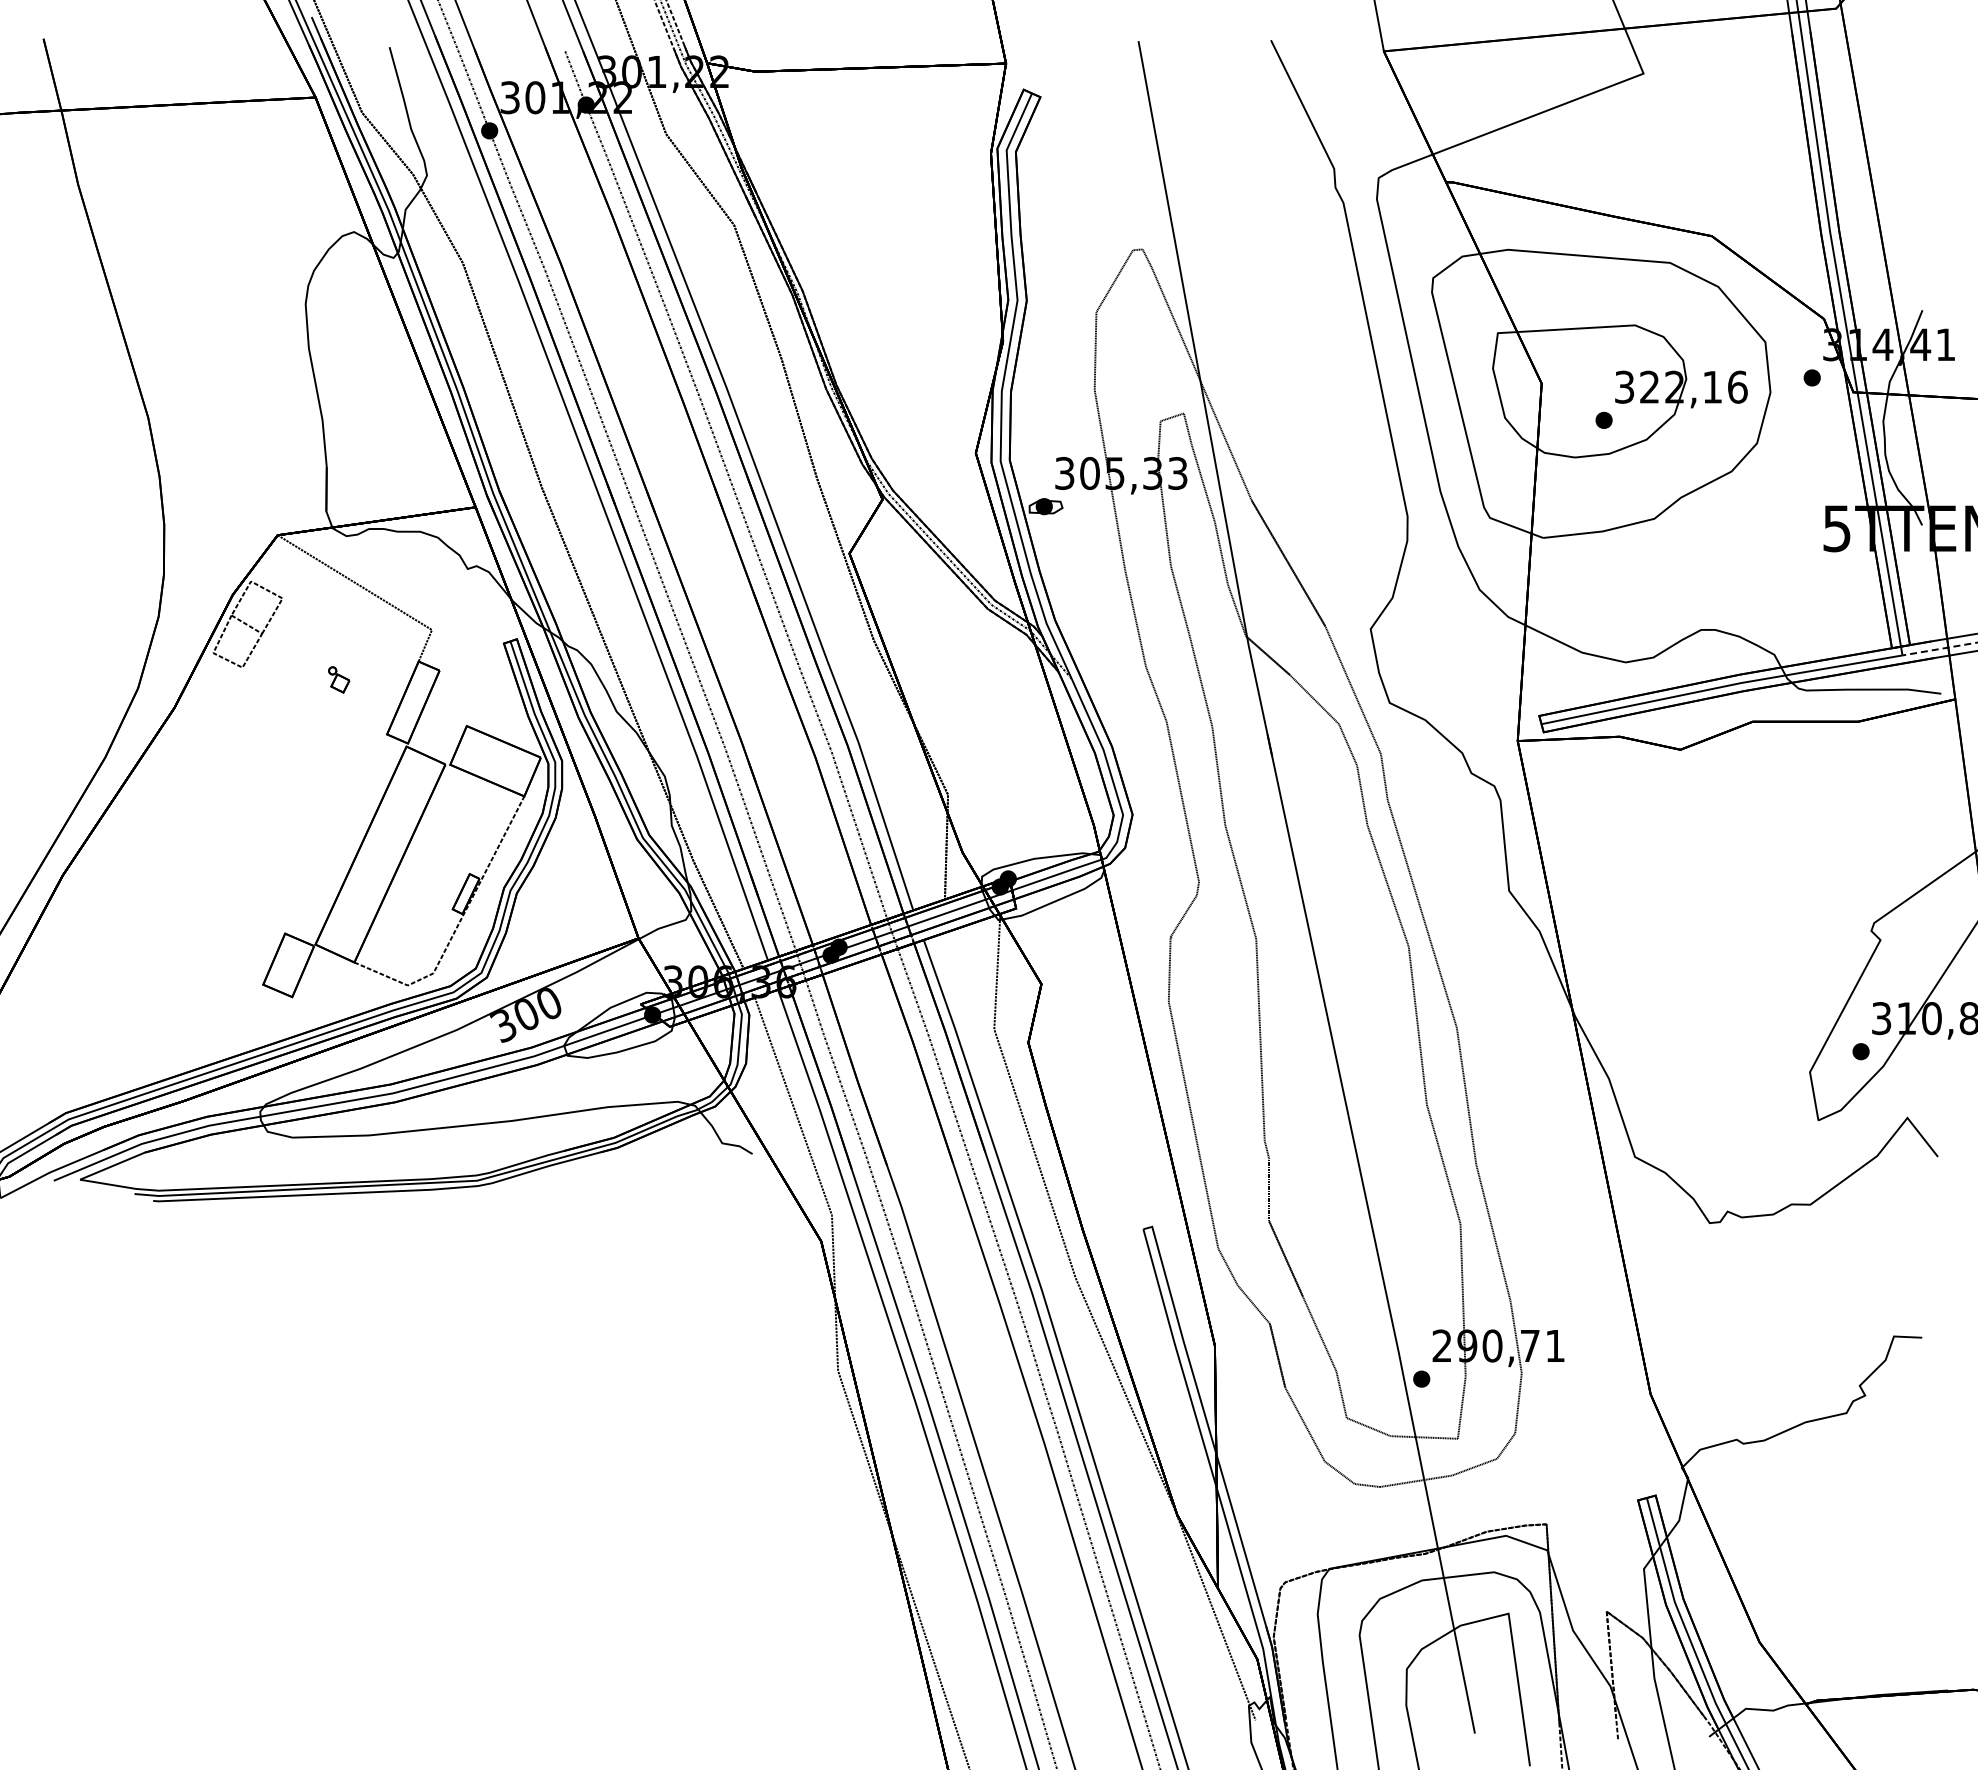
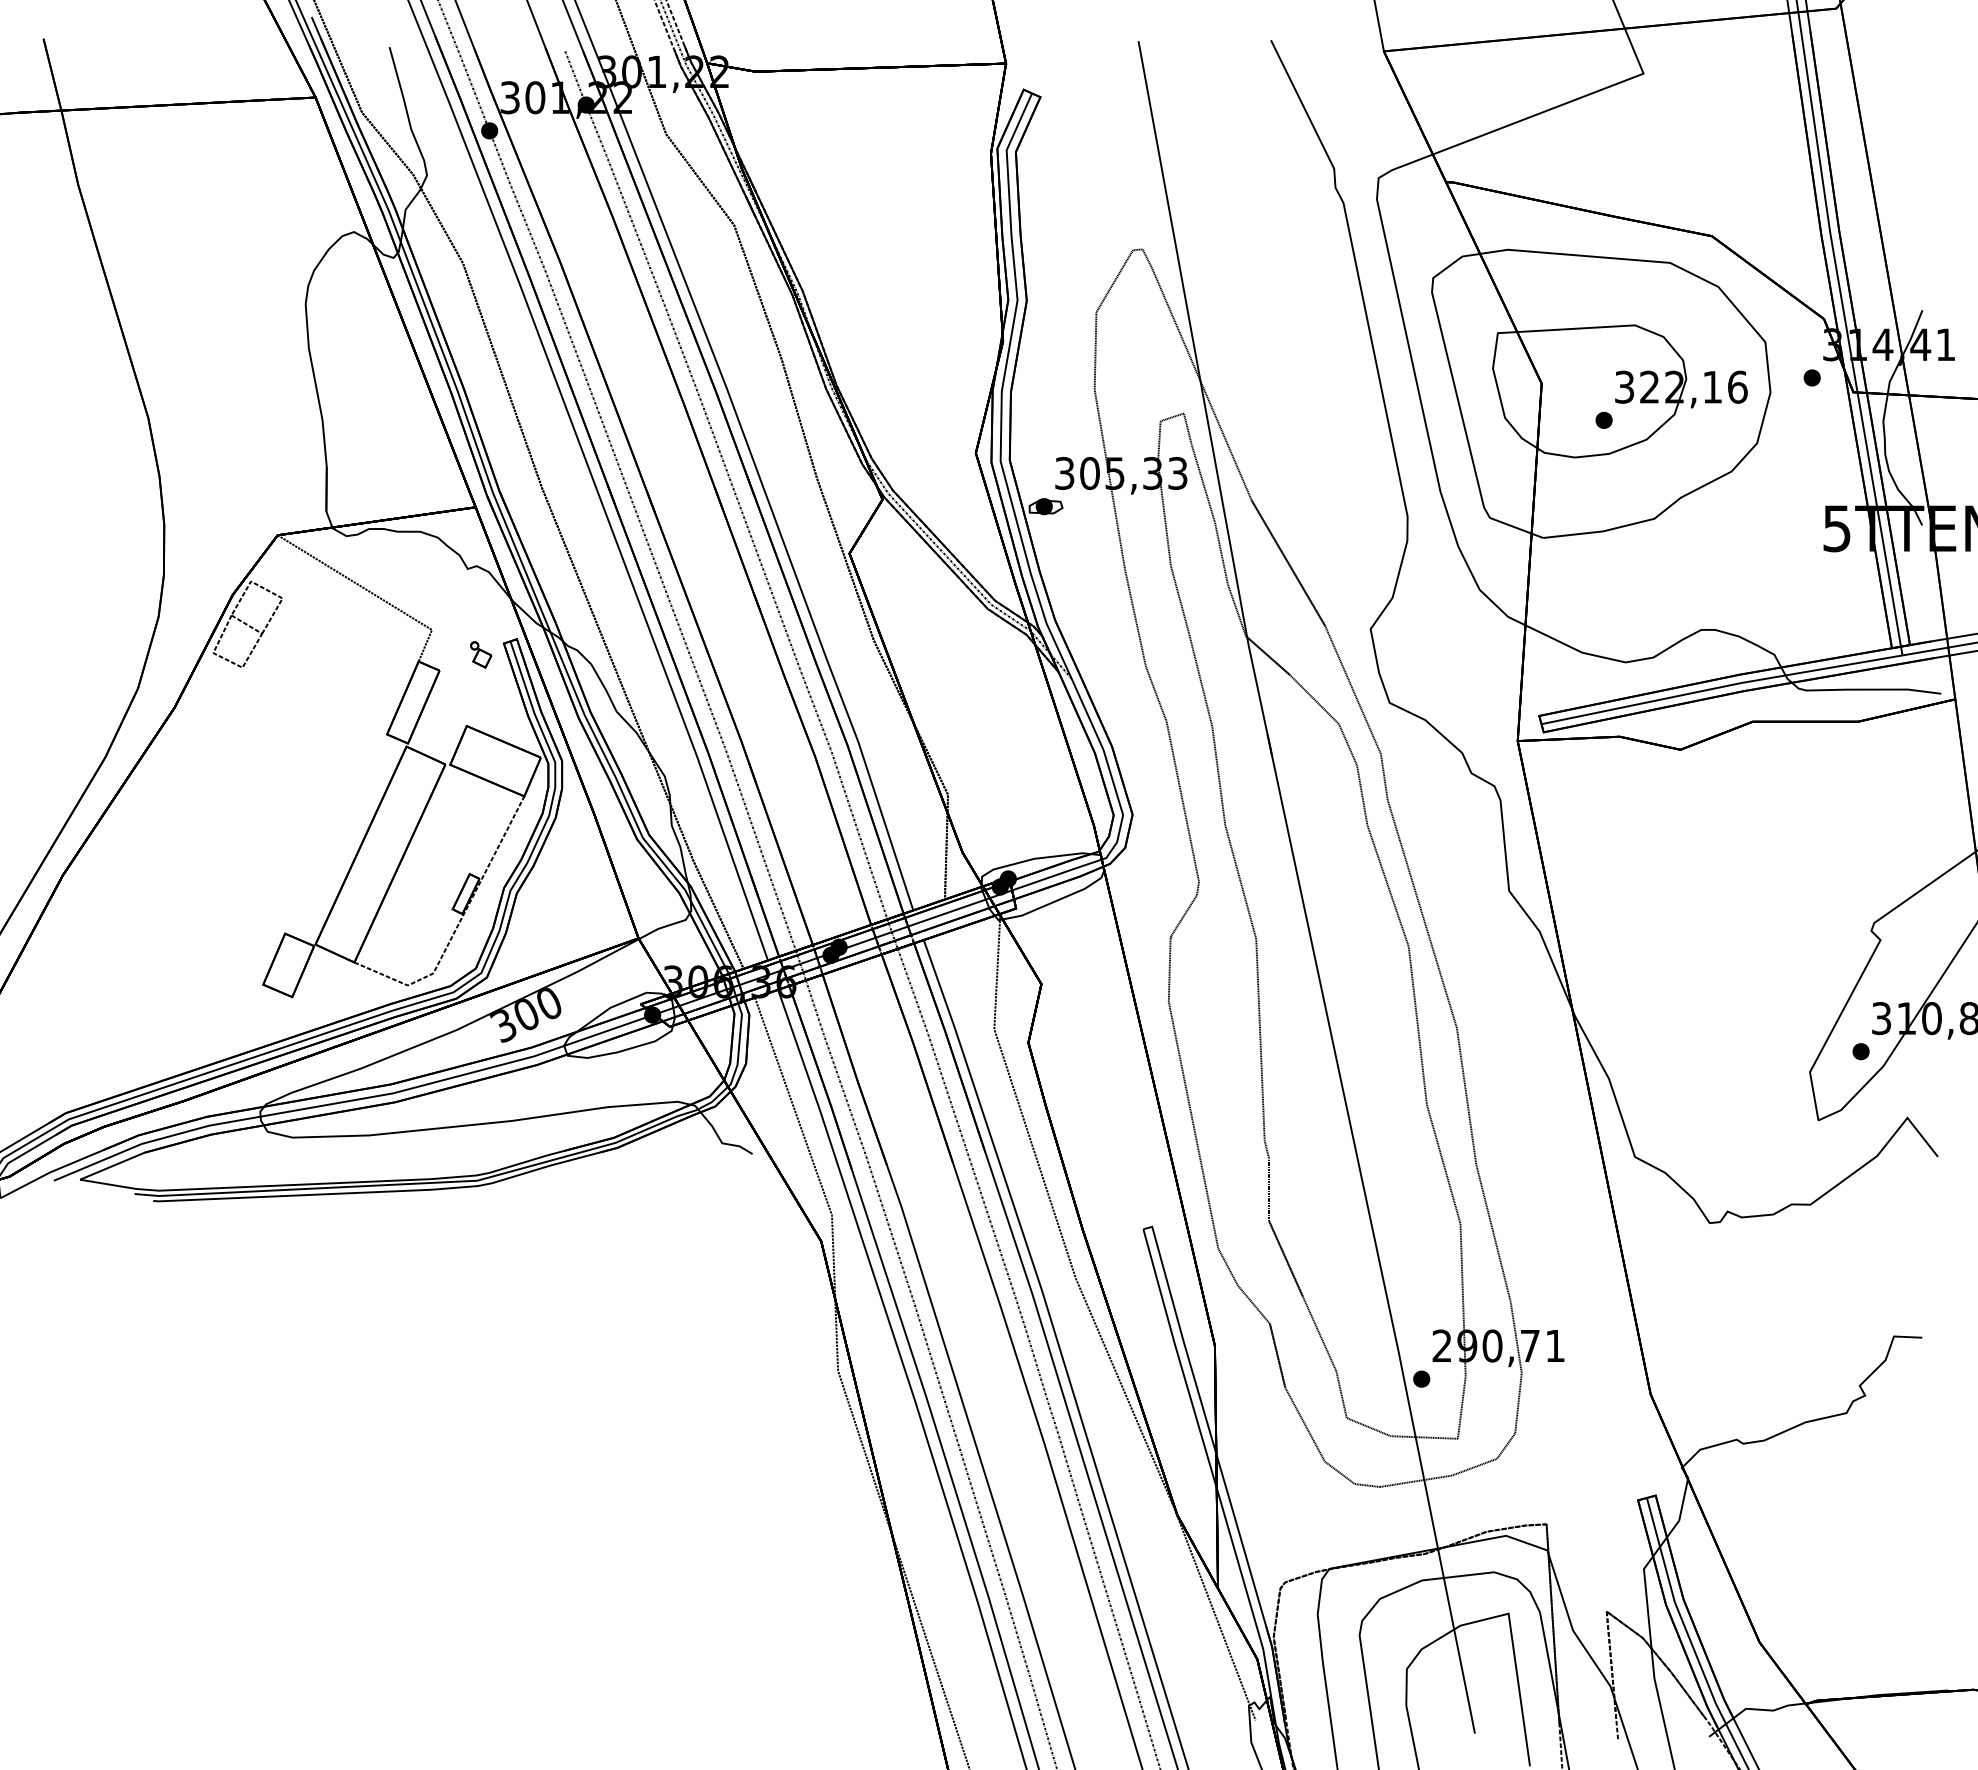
line at (1939, 649): dashed -> solid
part at (339, 679) position: (339, 679) -> (481, 654)
